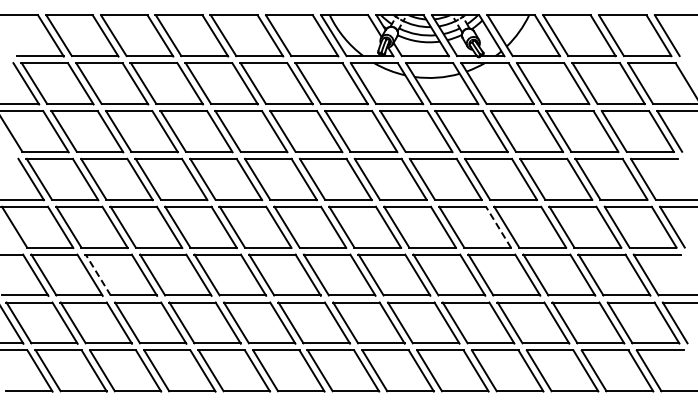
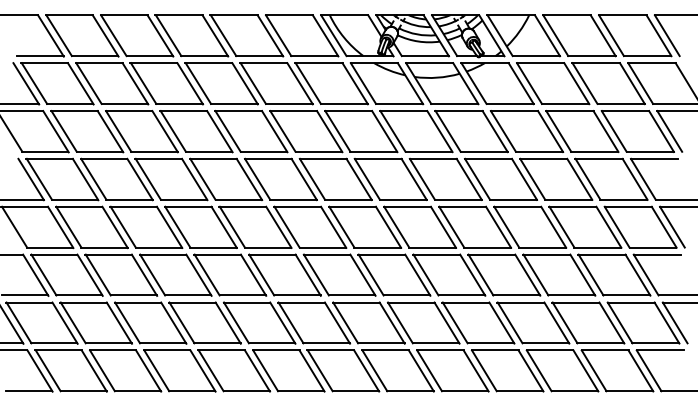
line at (498, 226): dashed -> solid
line at (98, 275): dashed -> solid
